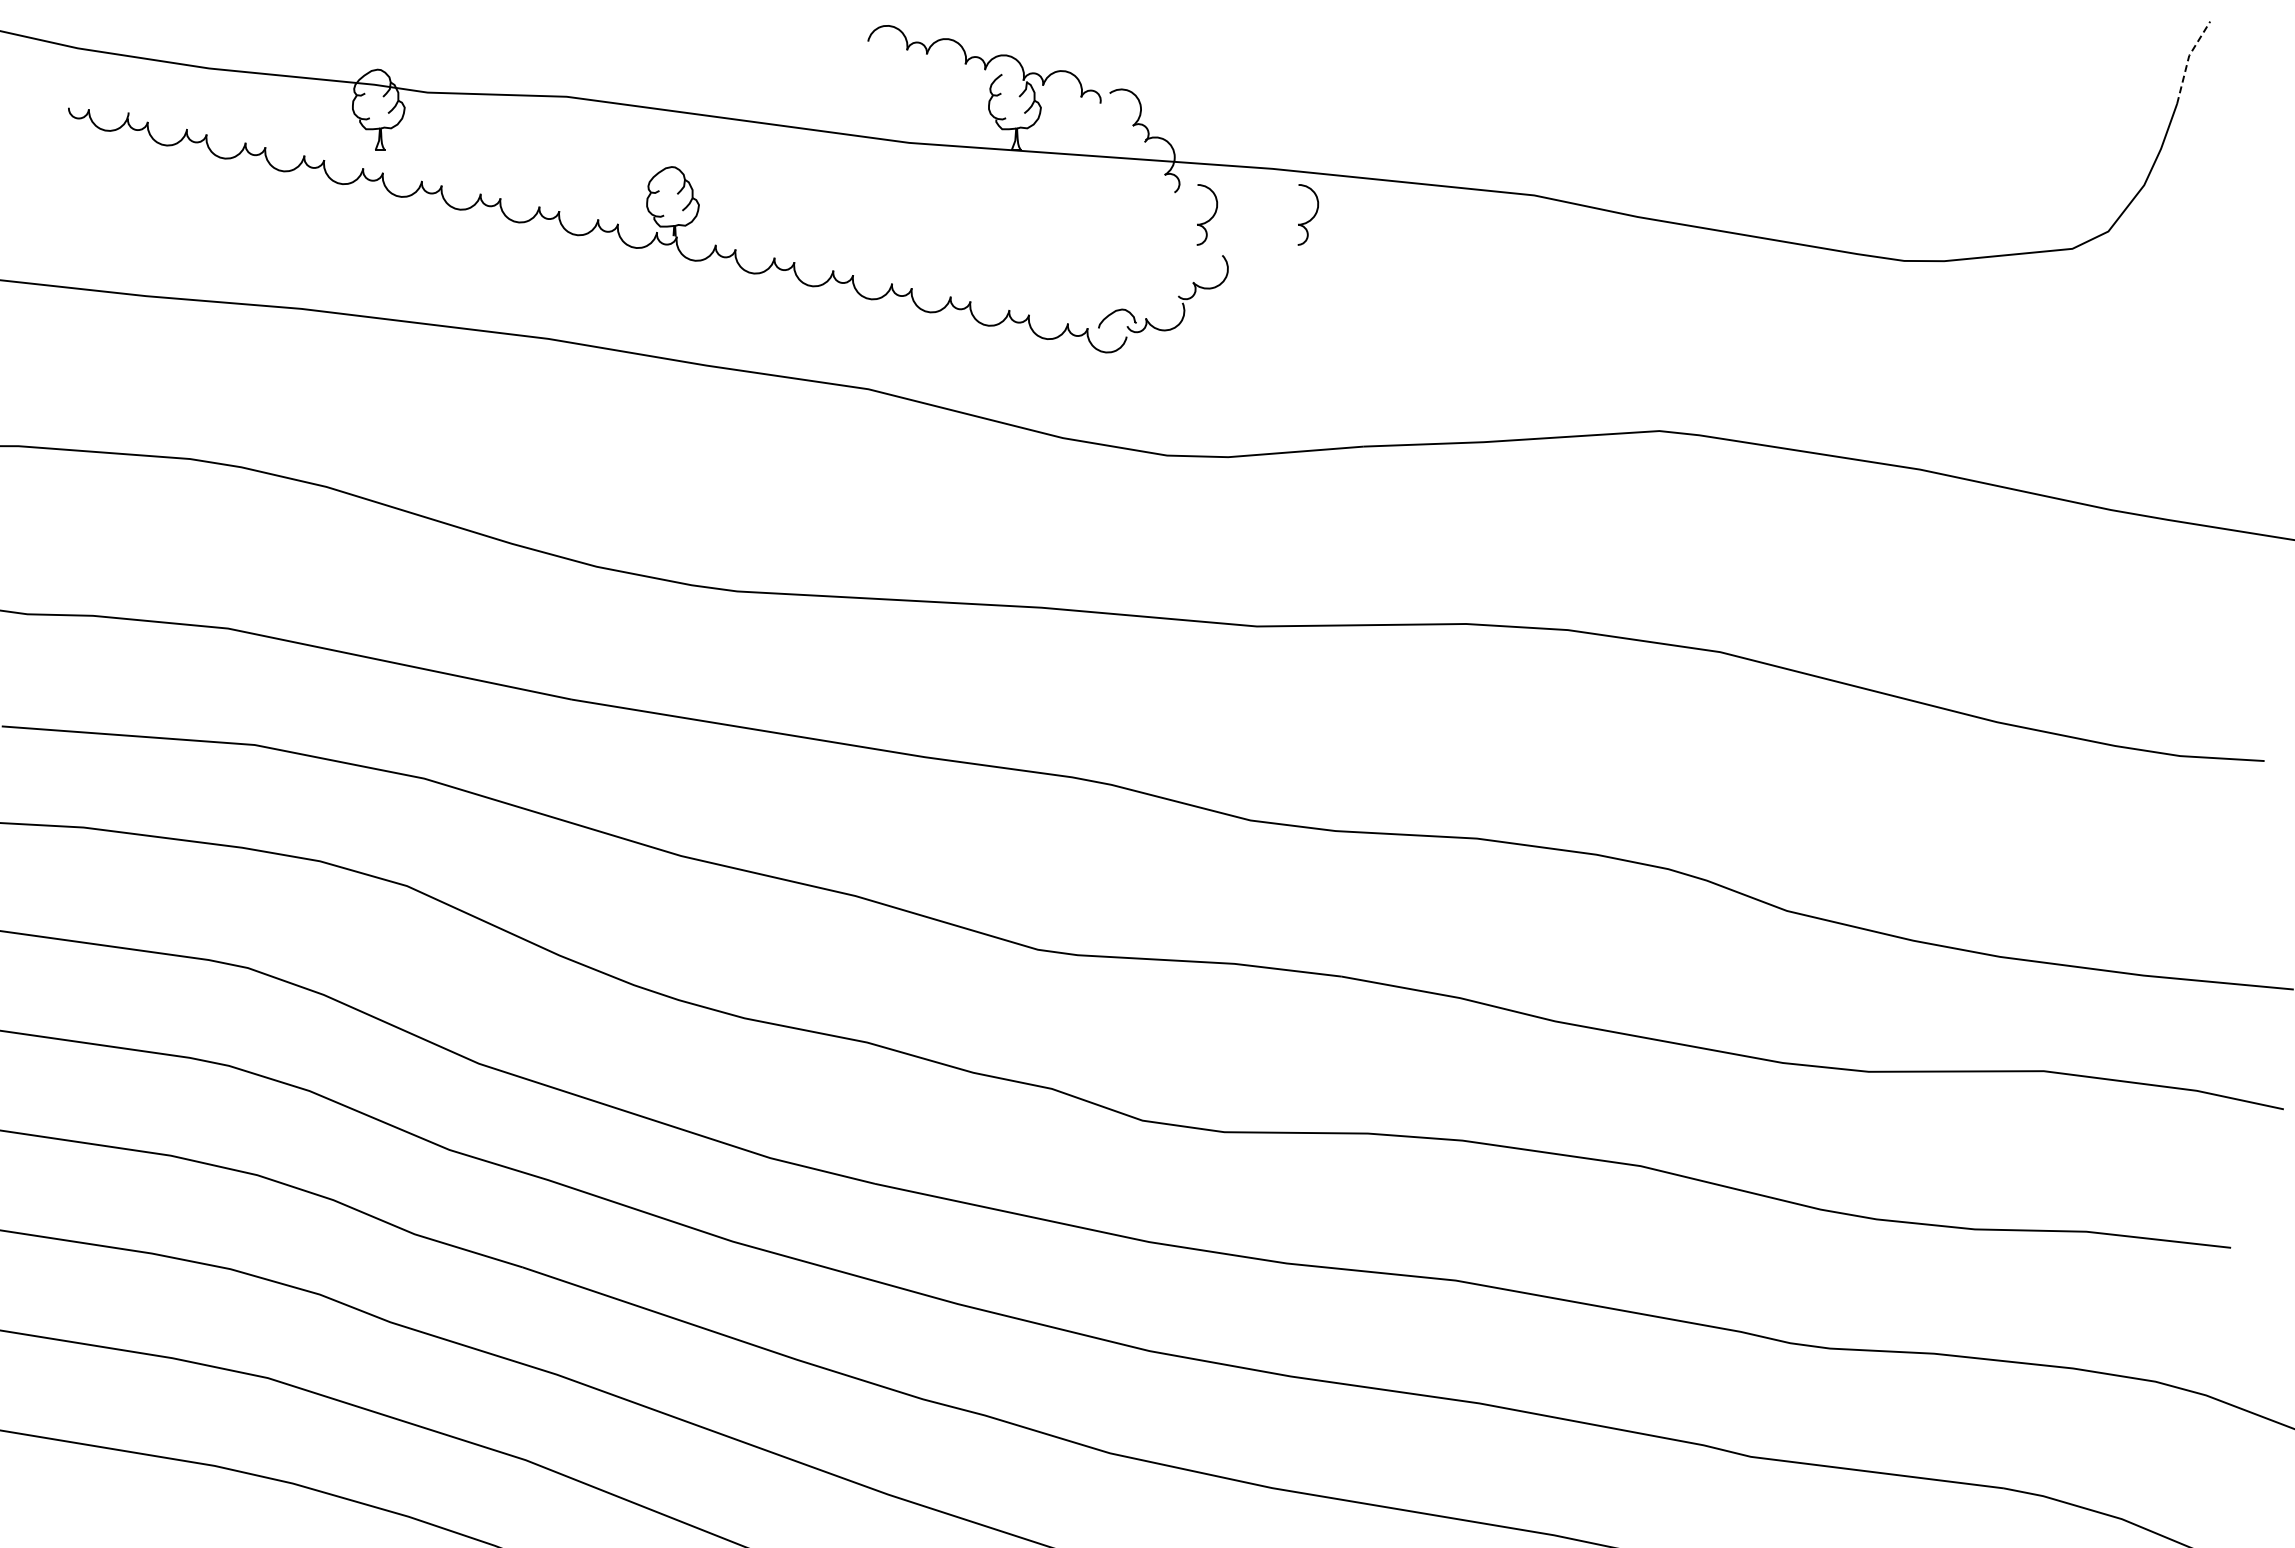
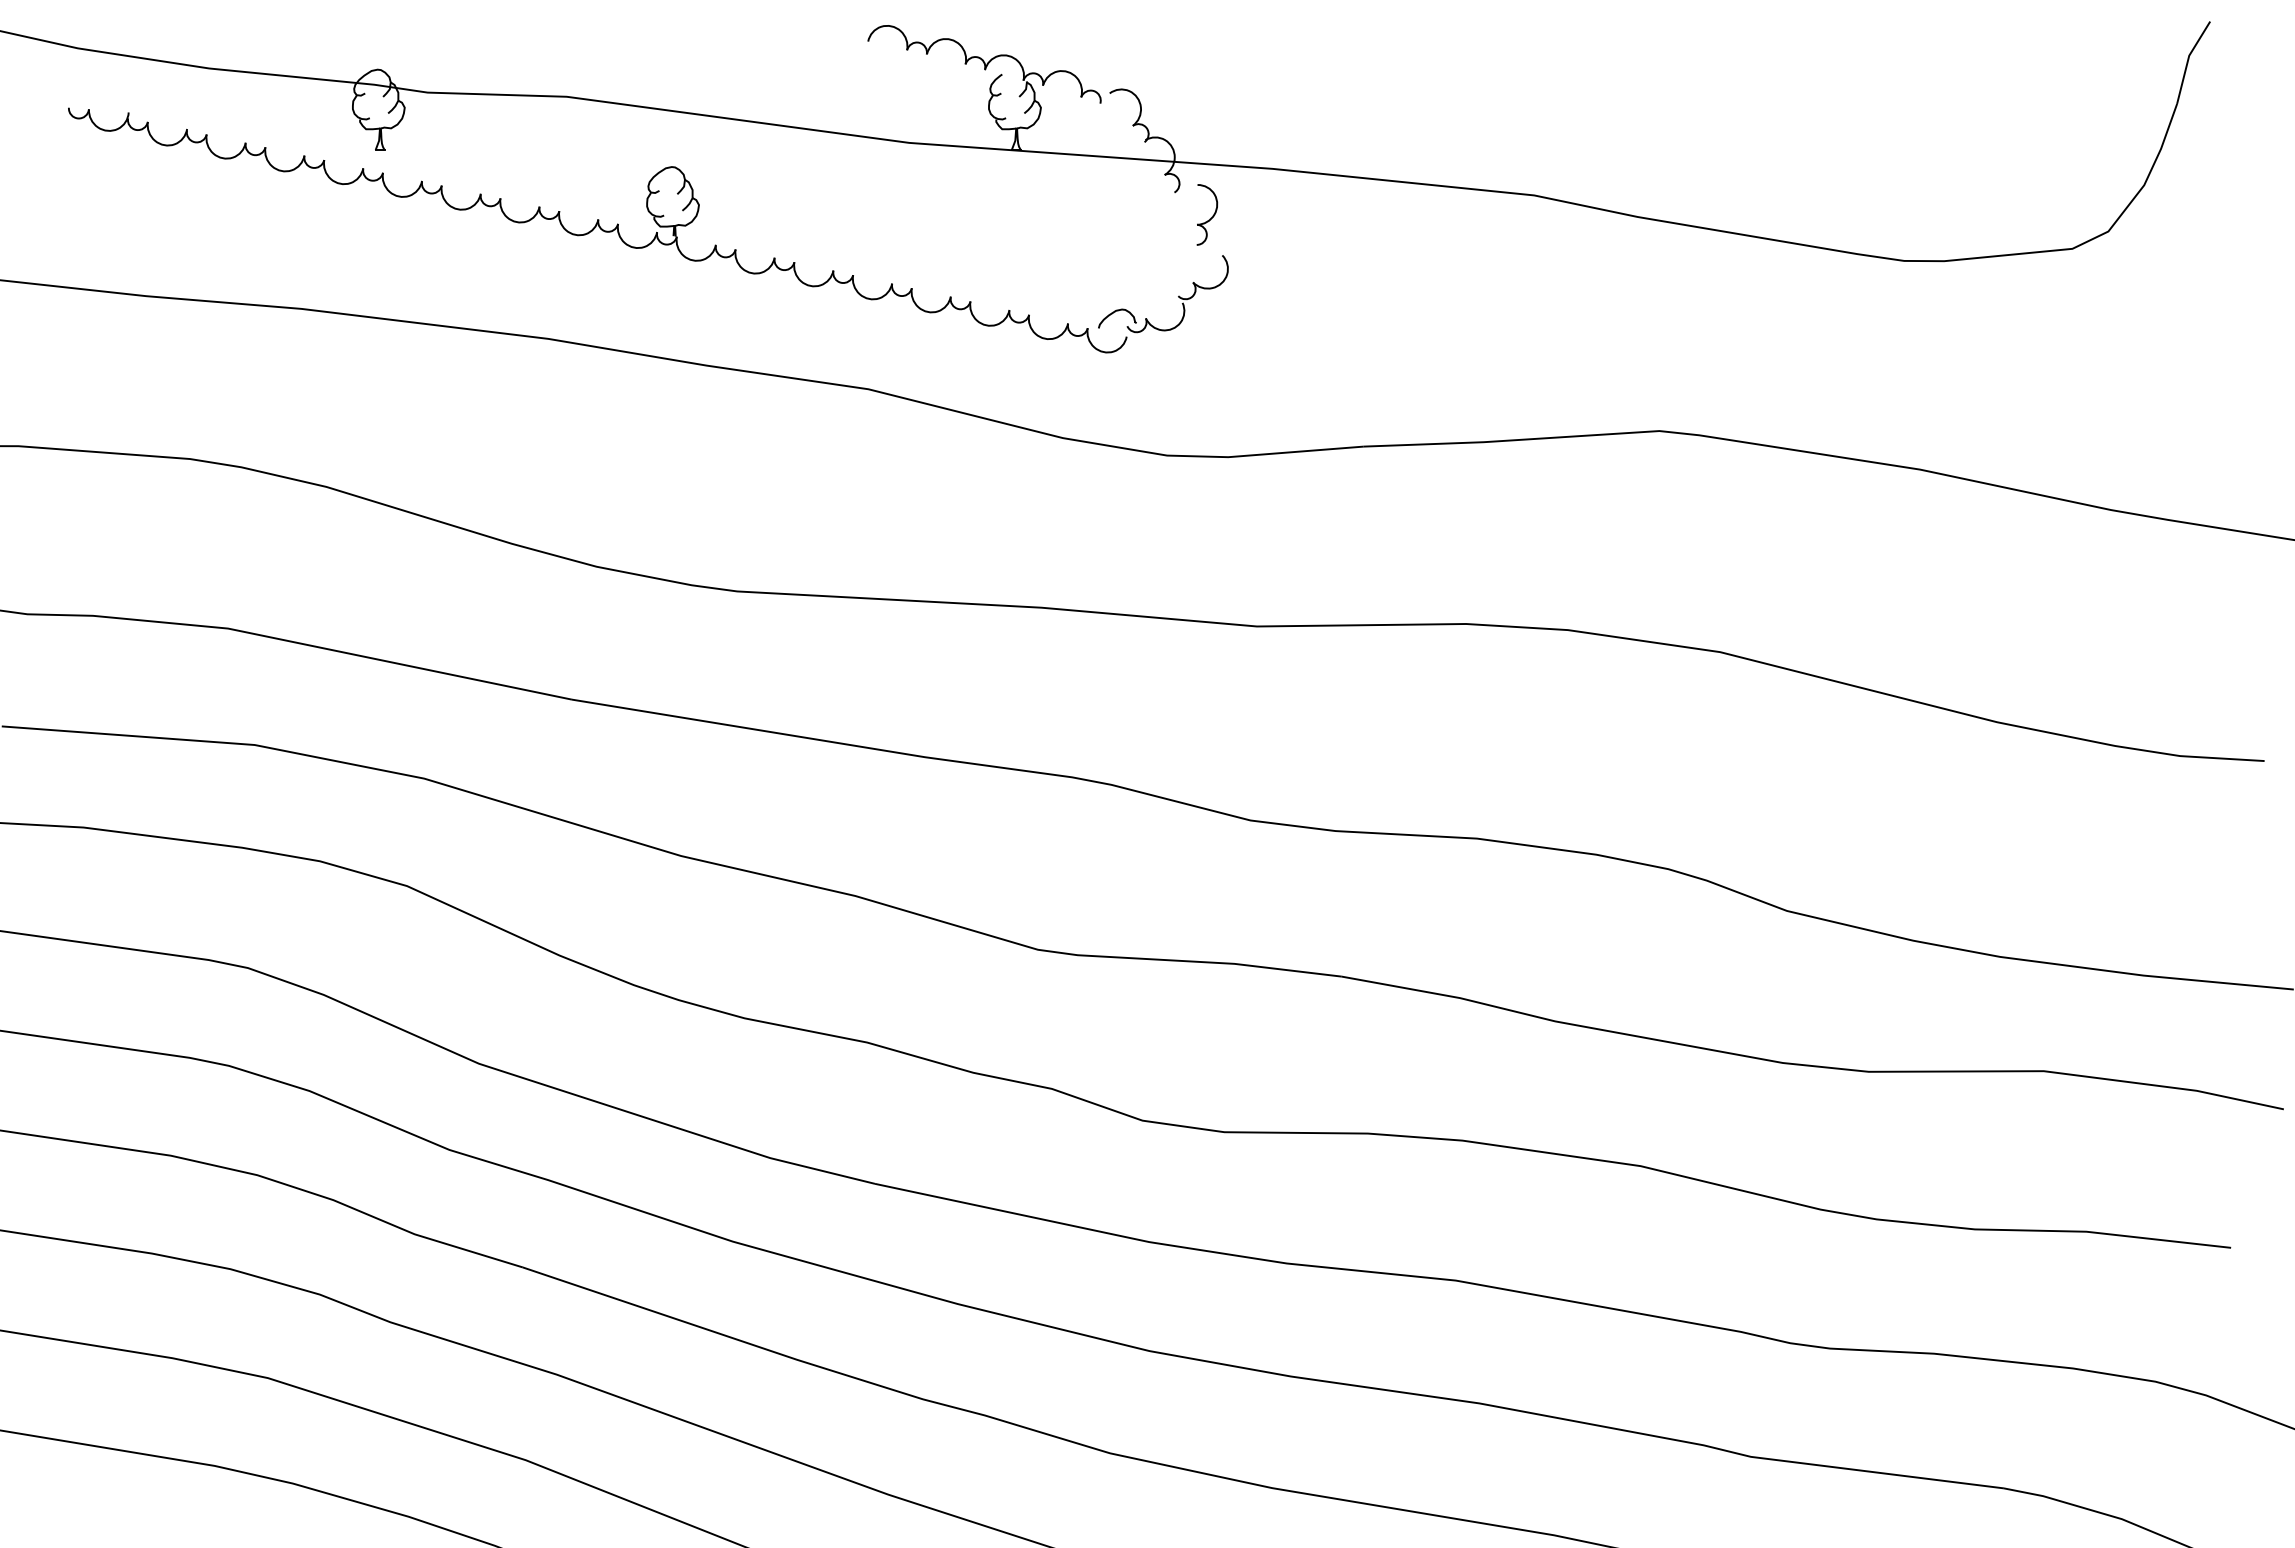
line at (2188, 59): dashed -> solid
part at (1308, 214): present -> none
